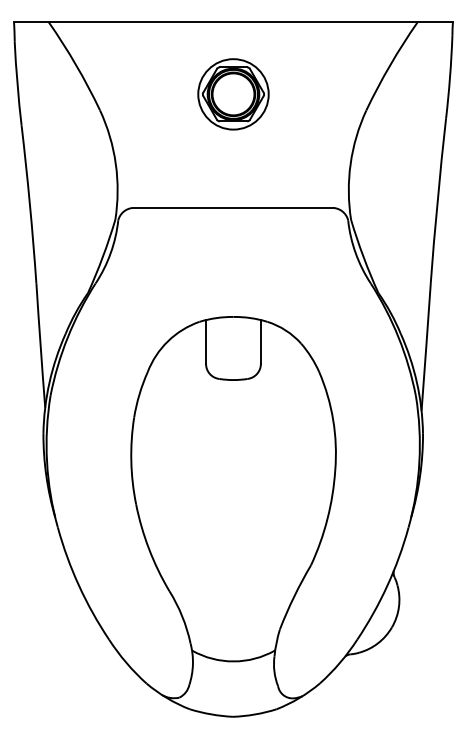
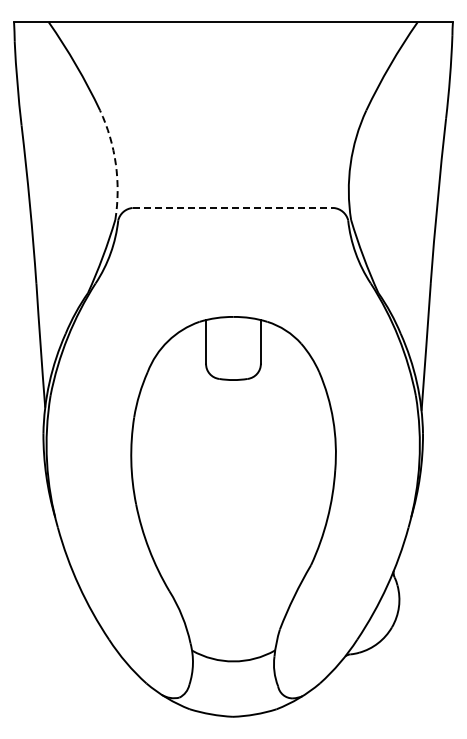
part at (233, 94): present -> none
arc at (115, 164): solid -> dashed
line at (233, 208): solid -> dashed
